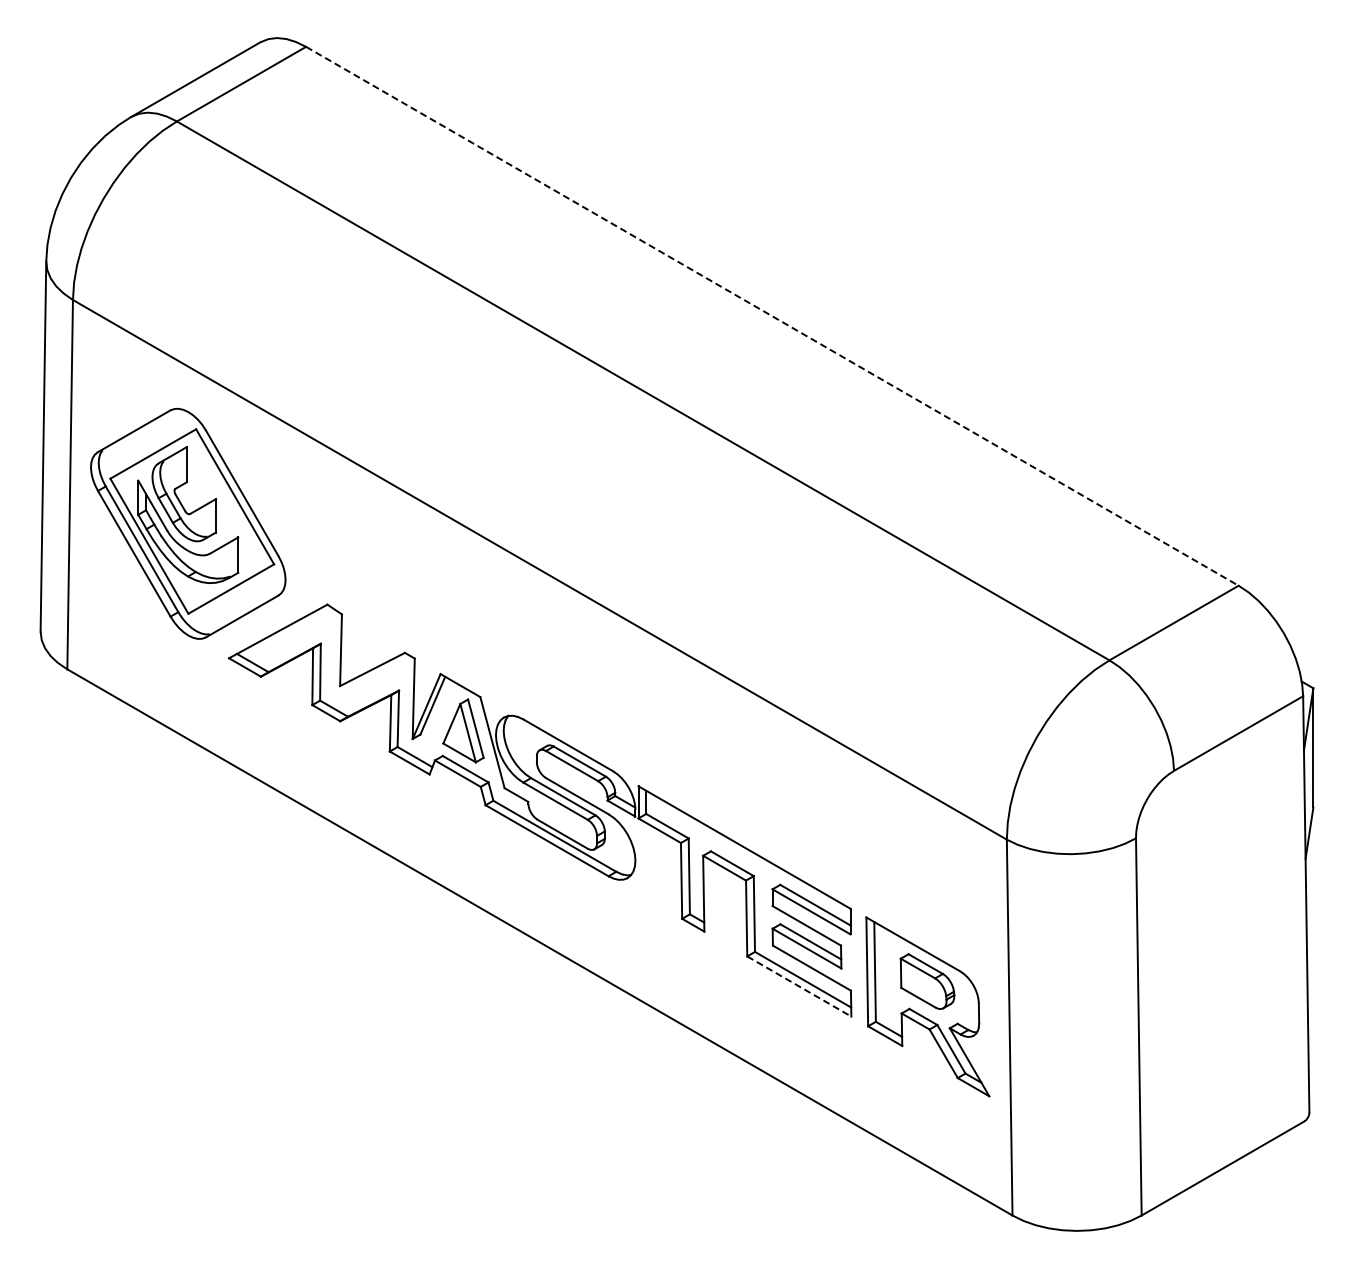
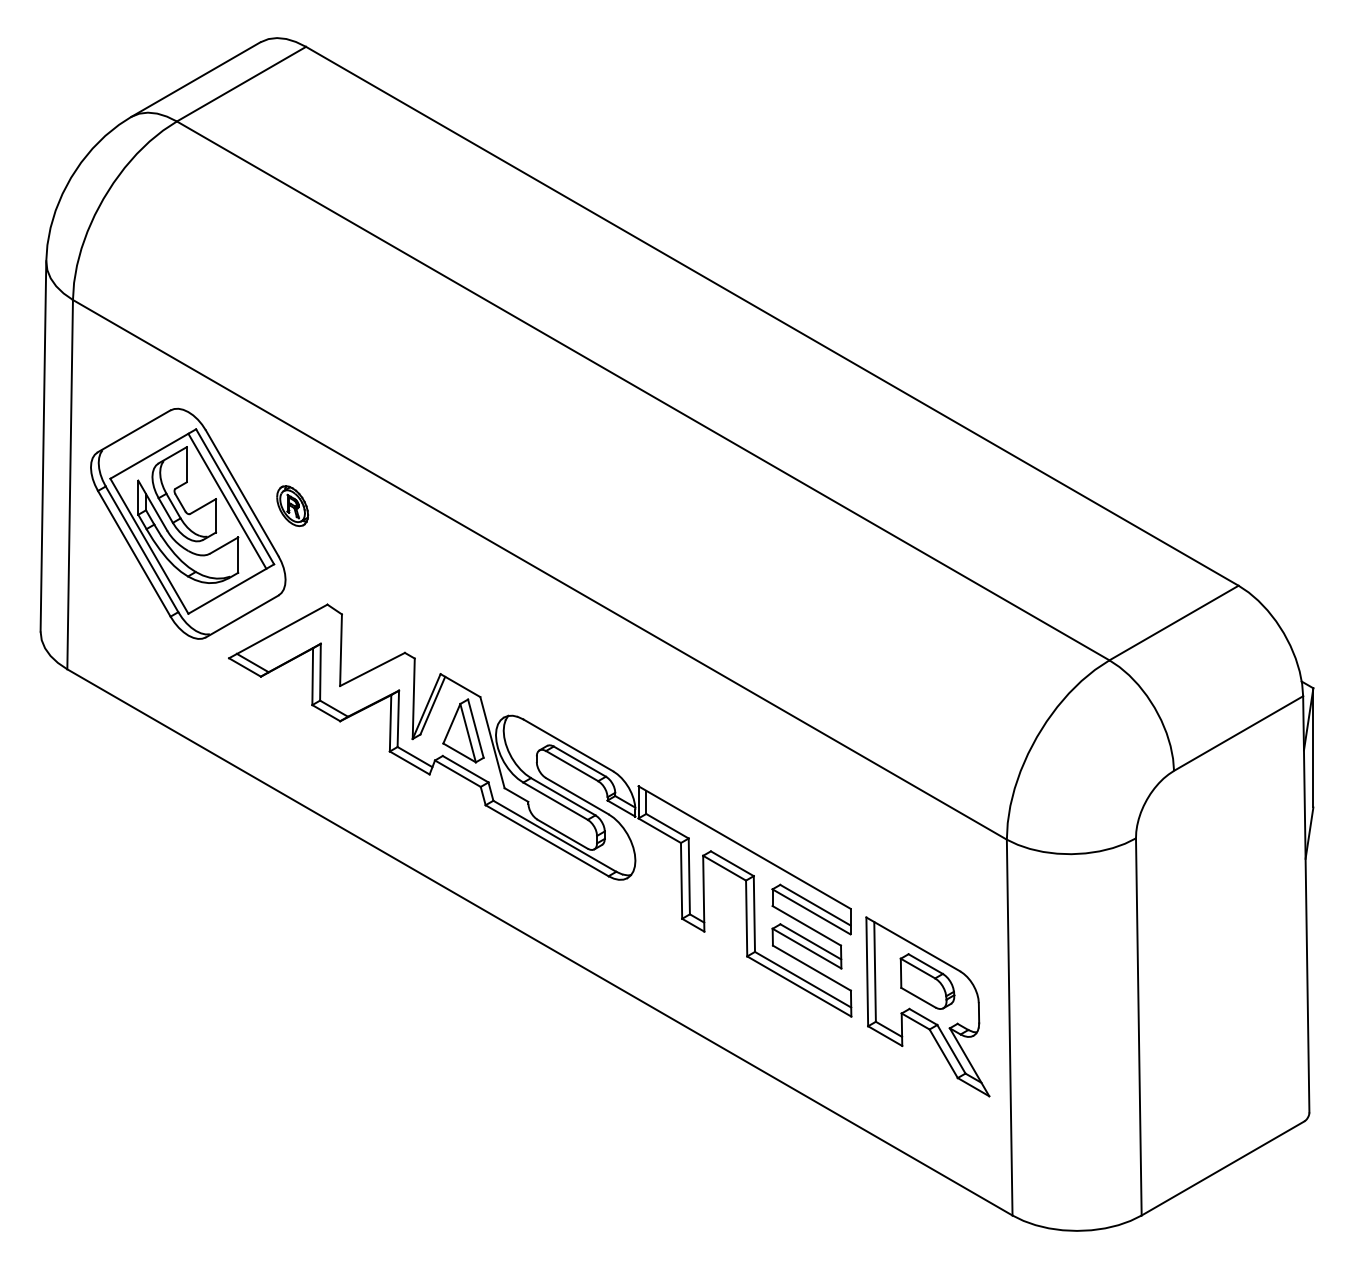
line at (772, 316): dashed -> solid
line at (227, 500): none -> present
part at (292, 505): none -> present
line at (799, 986): dashed -> solid
